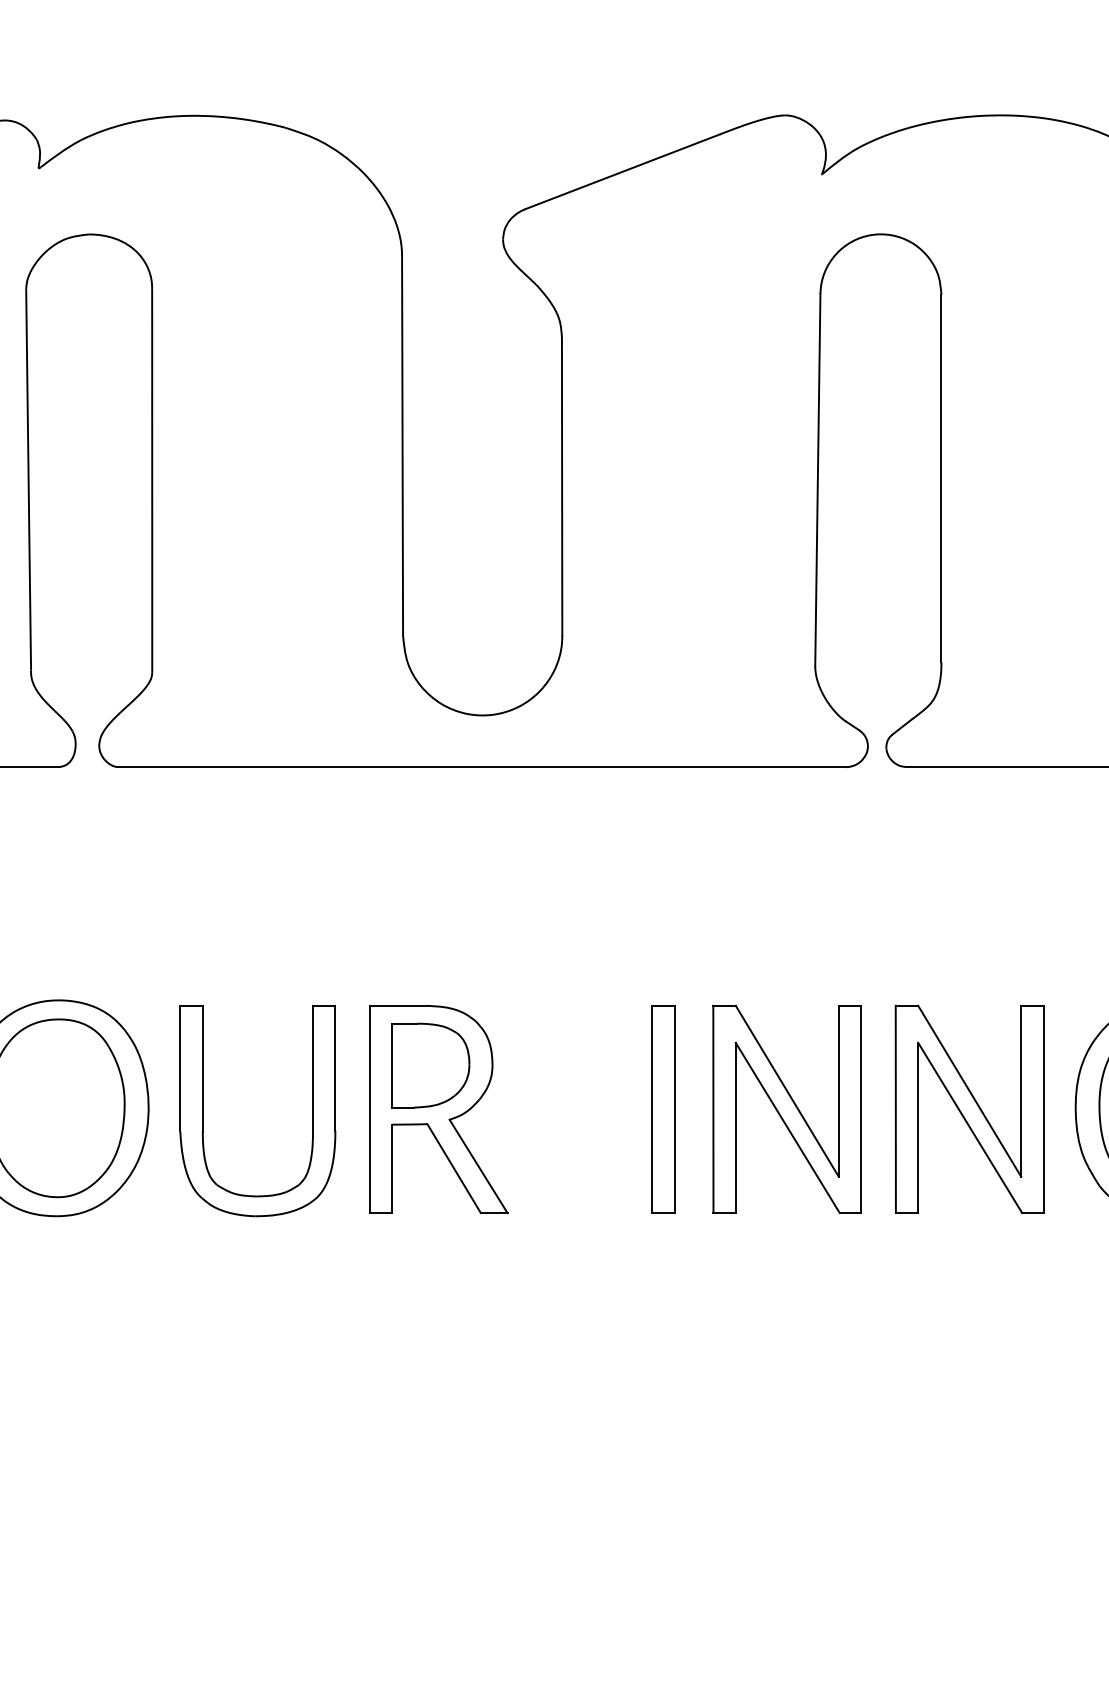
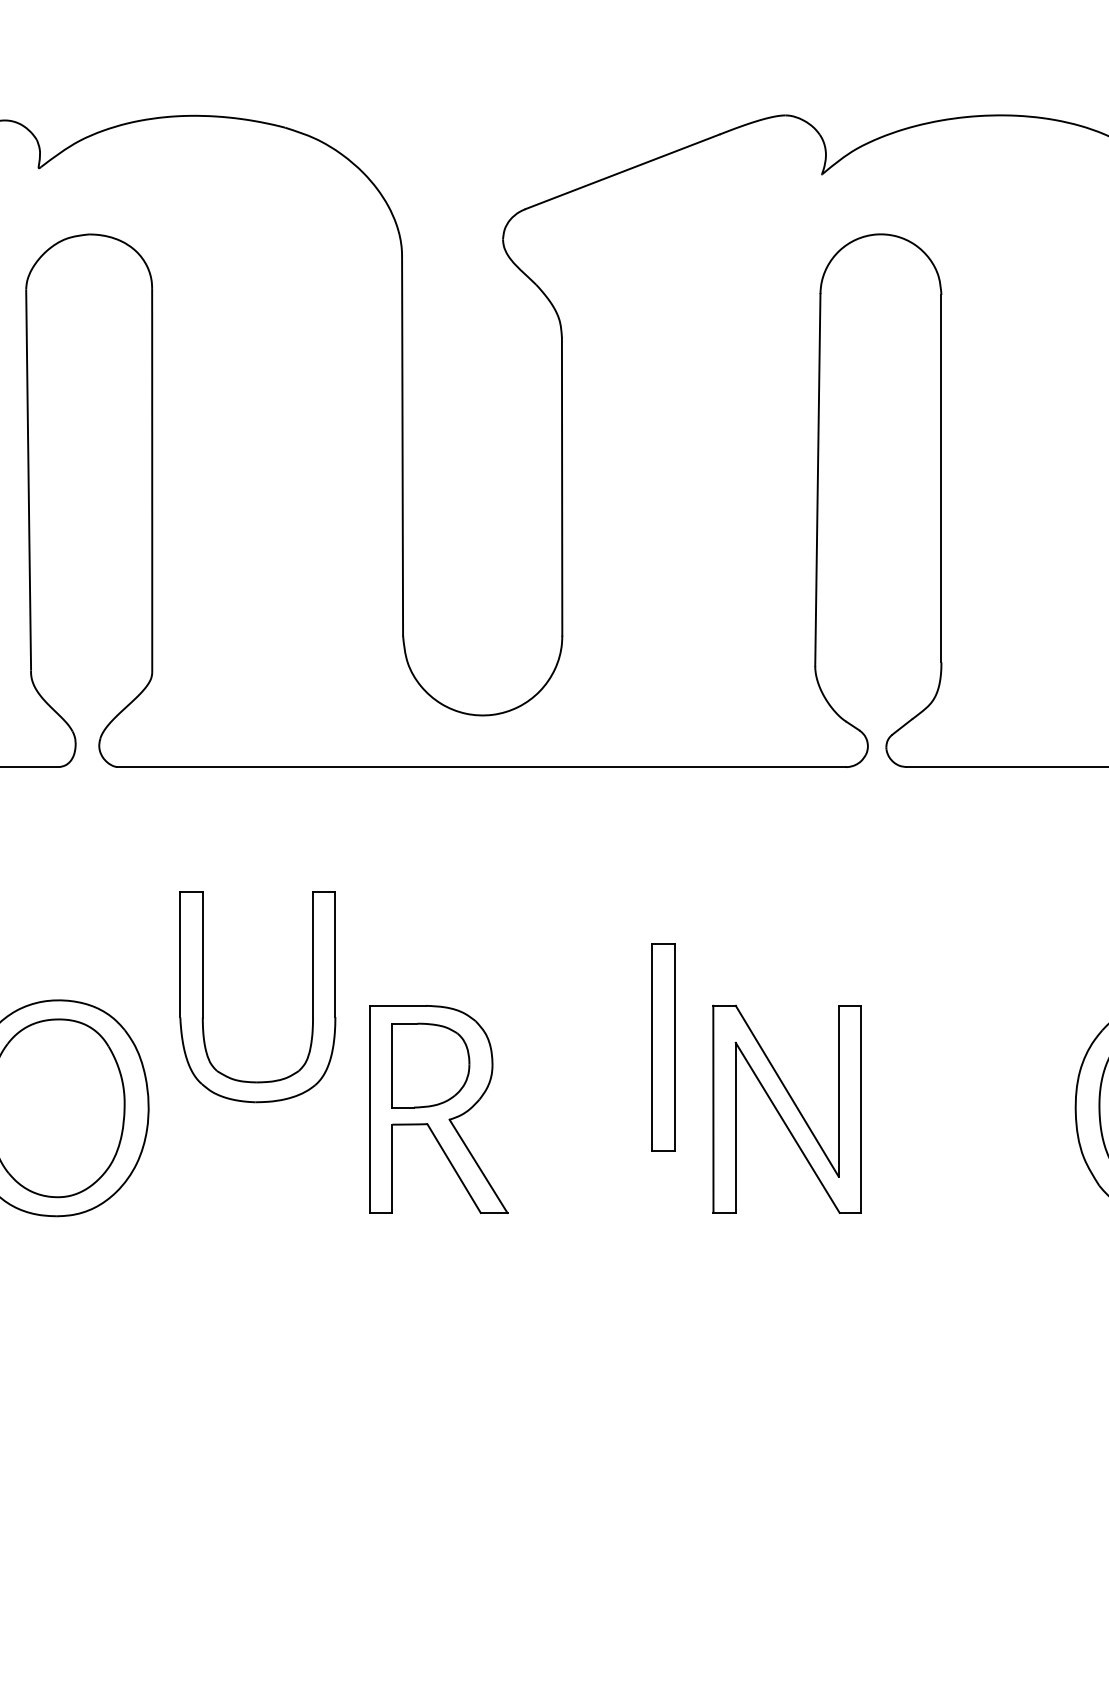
part at (969, 1108): present -> none
part at (663, 1109) position: (663, 1109) -> (663, 1047)
part at (203, 1111) position: (203, 1111) -> (203, 997)
